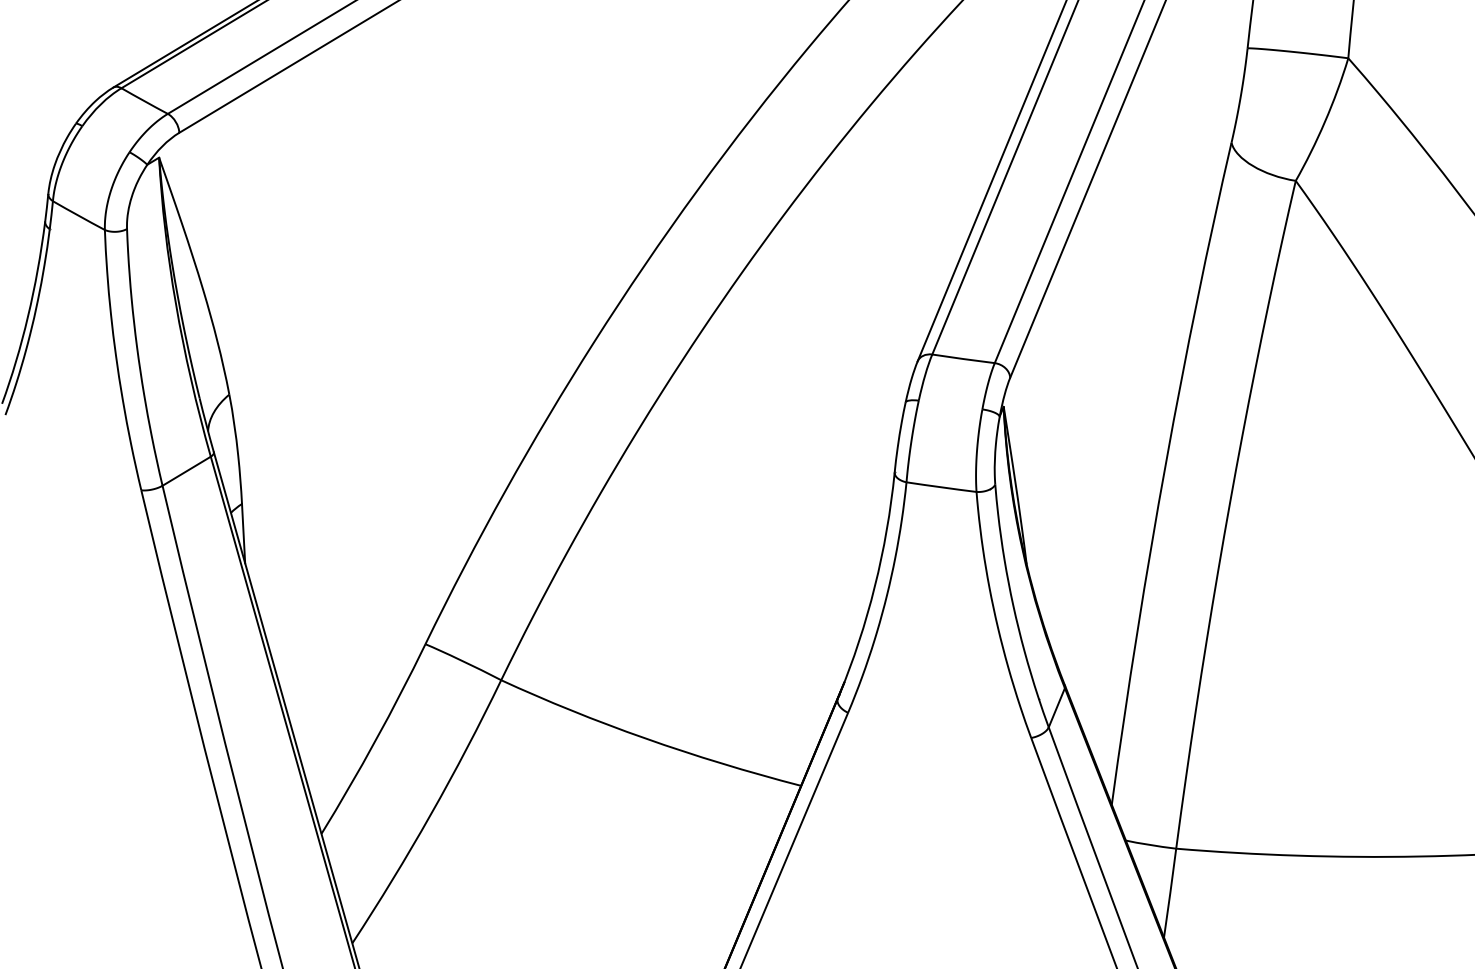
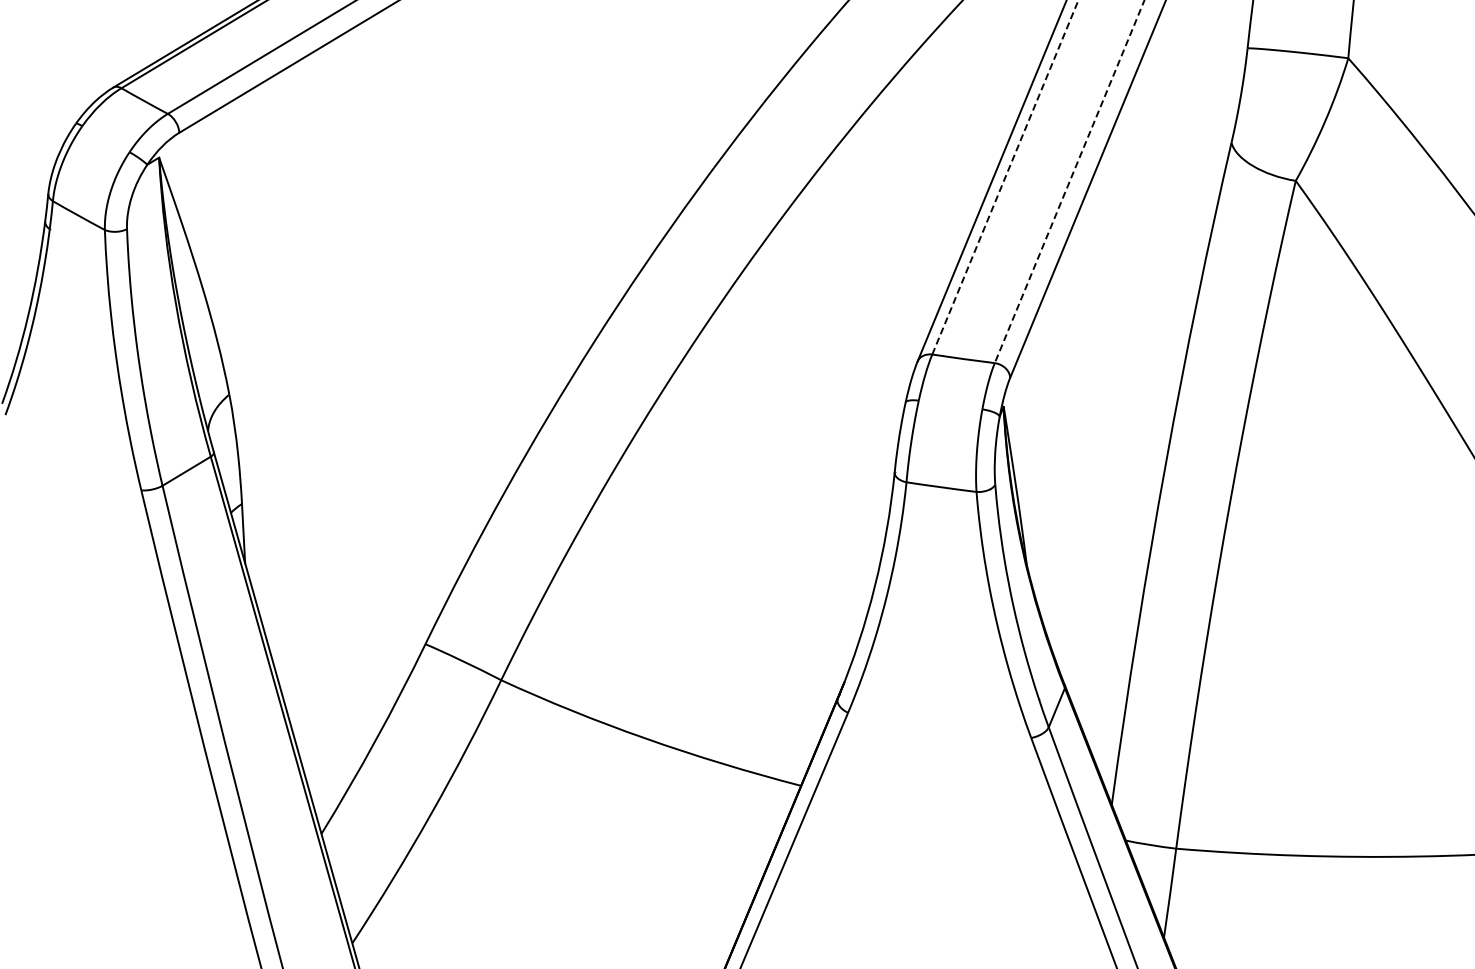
line at (1005, 177): solid -> dashed
line at (1069, 182): solid -> dashed
